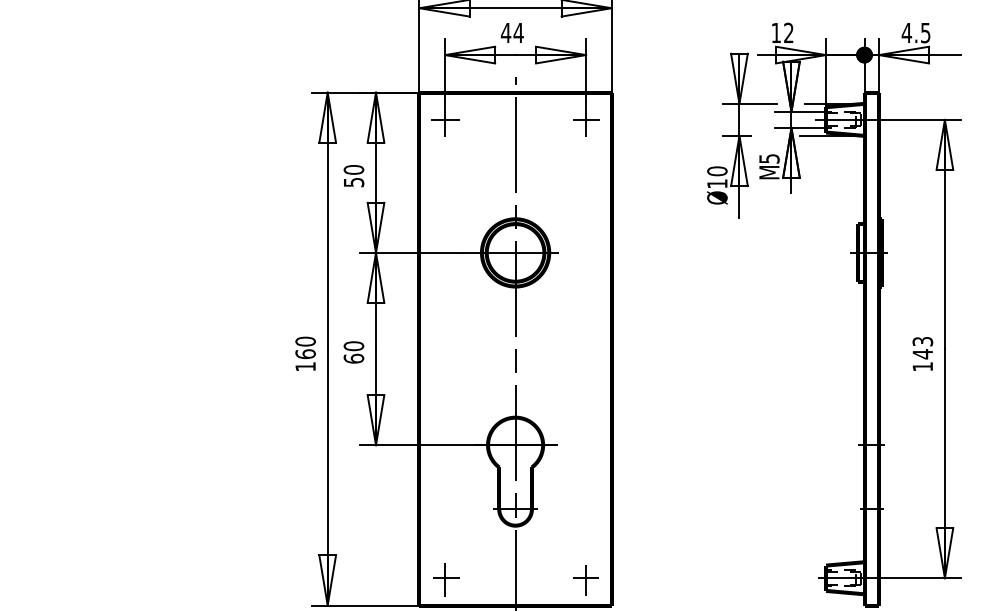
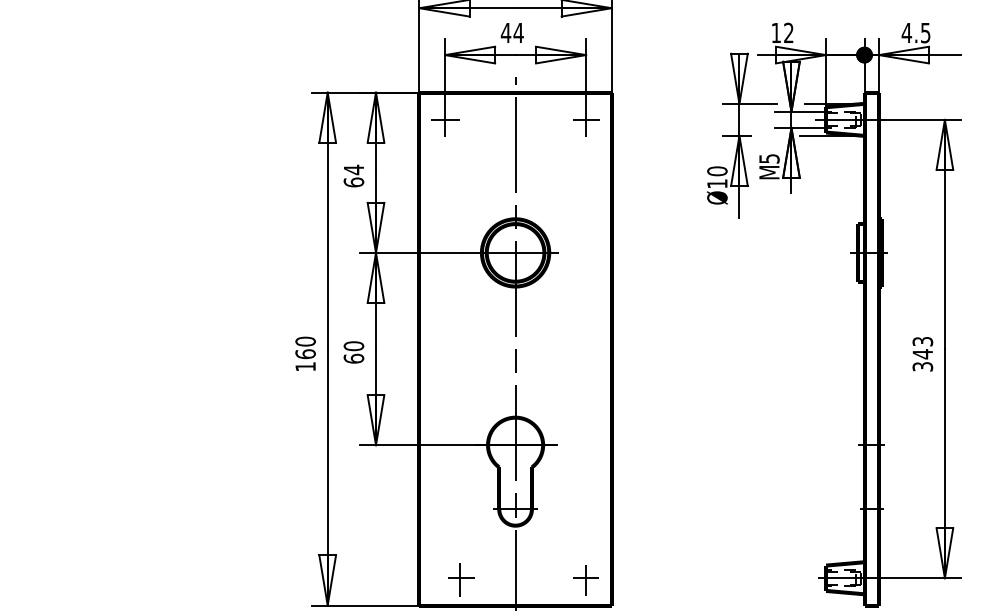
text at (353, 175): 50 -> 64
text at (922, 366): 143 -> 343
part at (446, 579) position: (446, 579) -> (461, 579)
